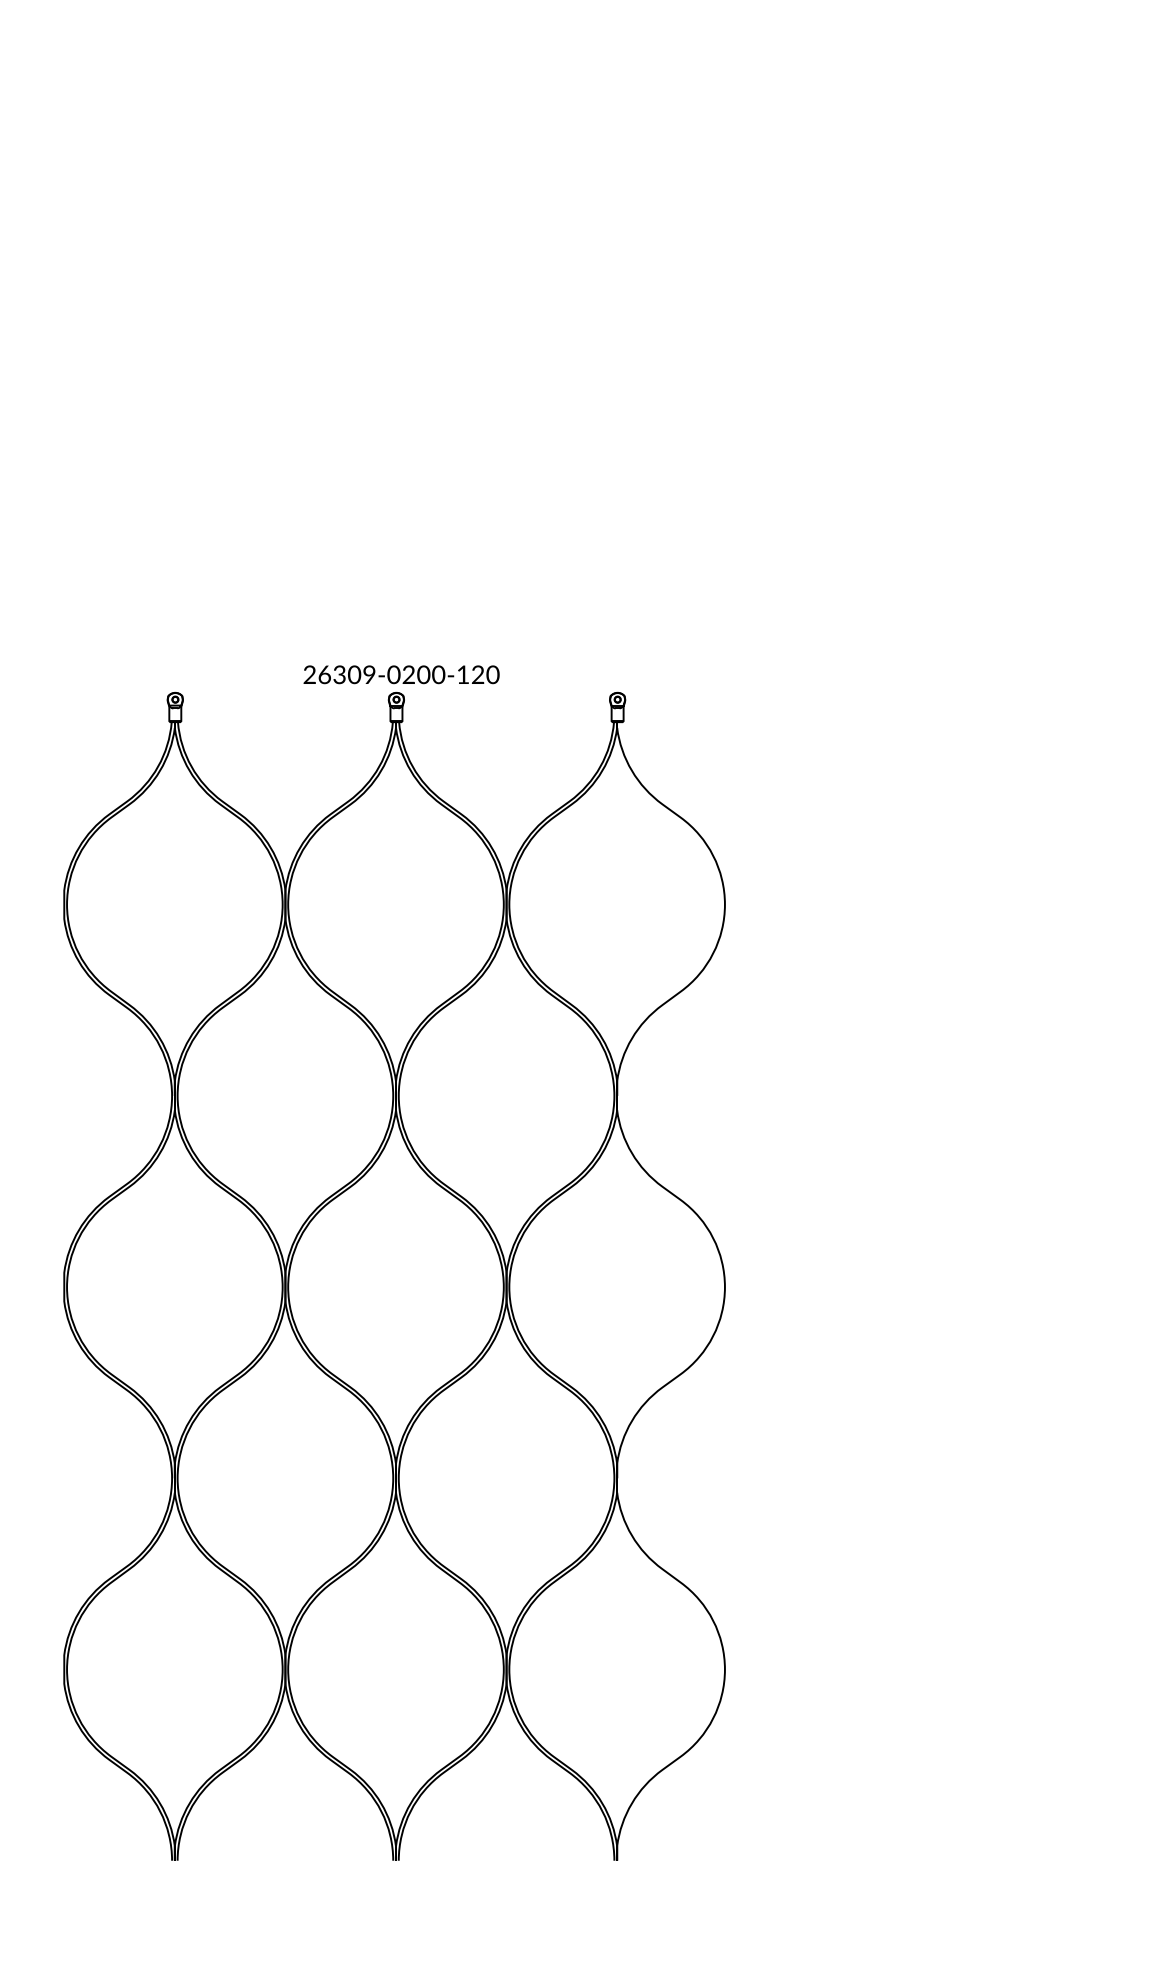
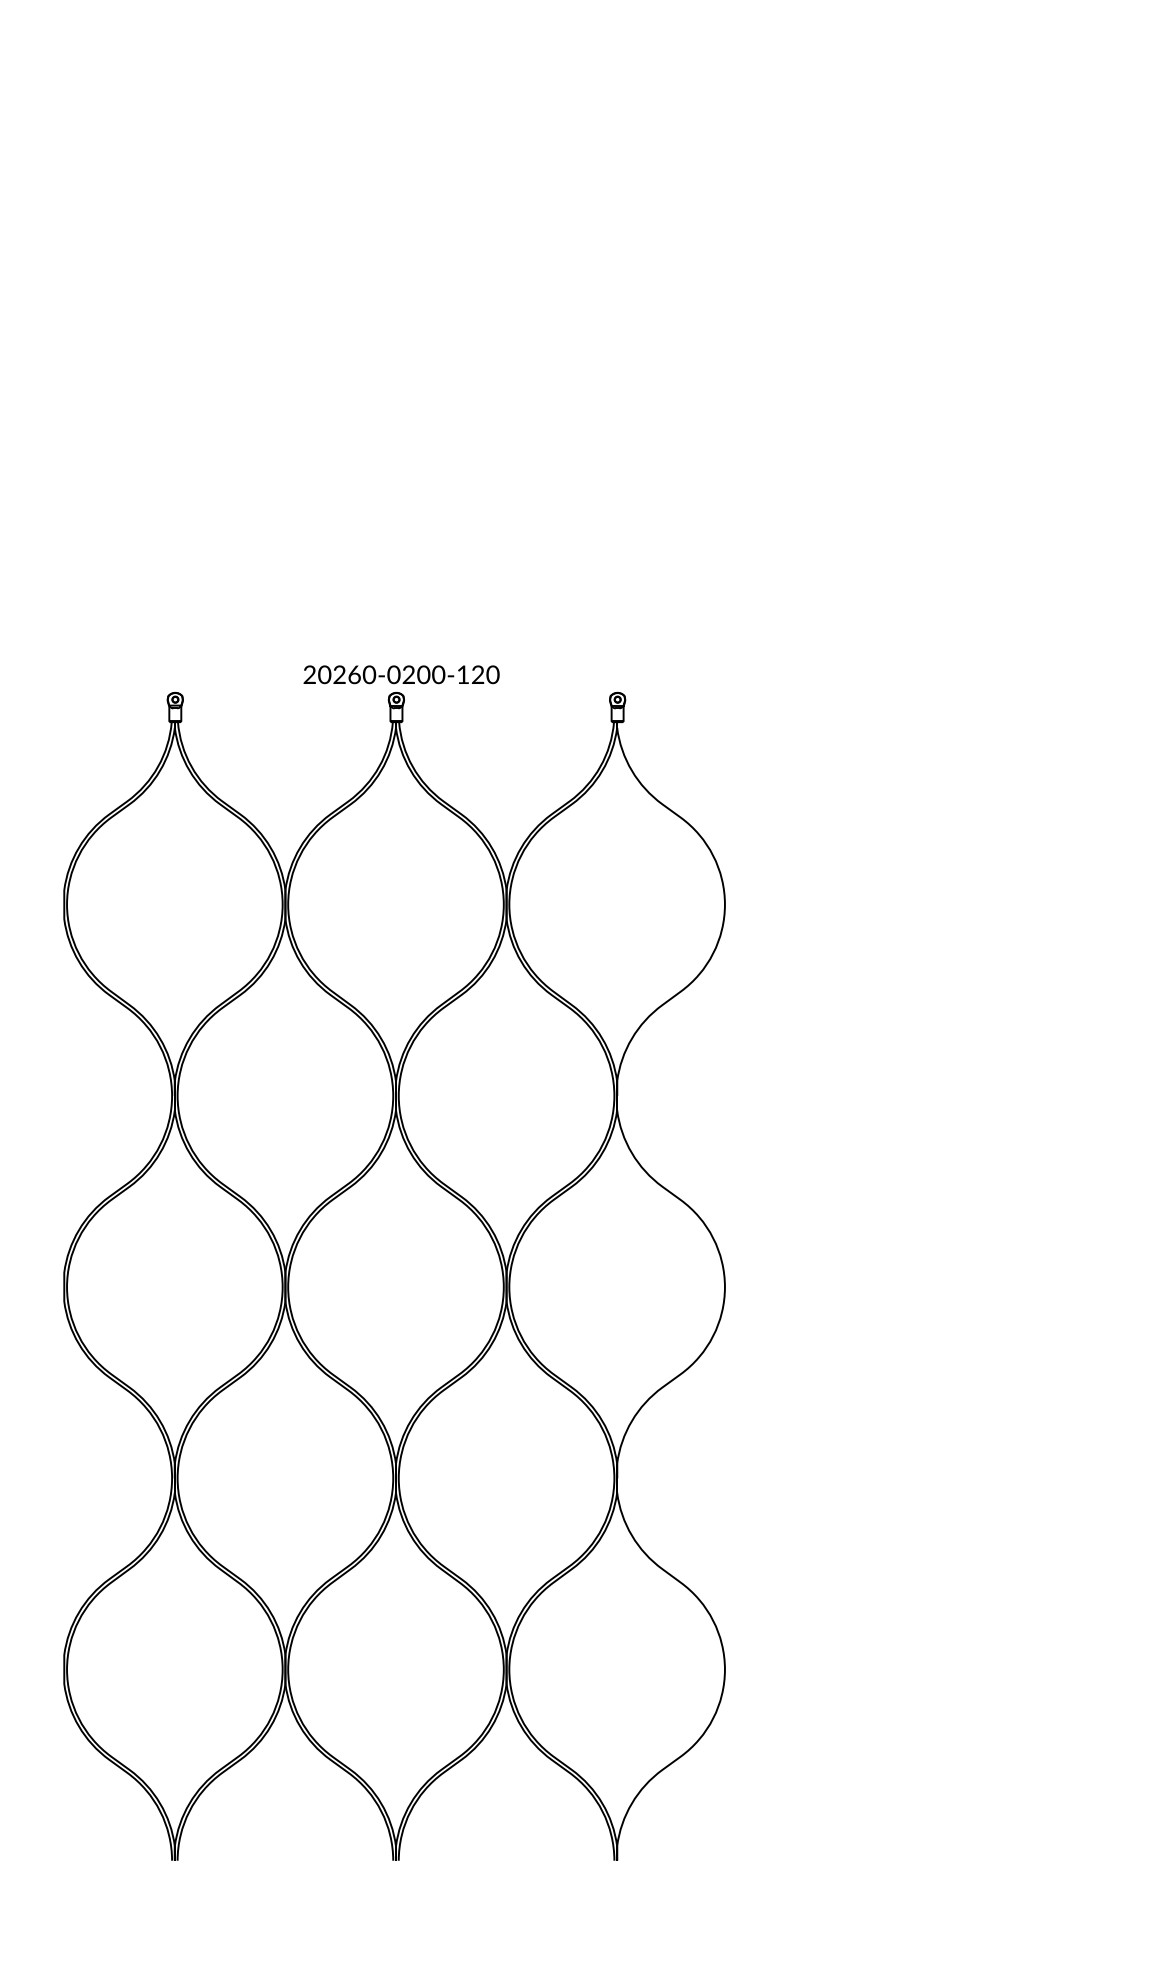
text at (347, 674): 26309-0200-120 -> 20260-0200-120
